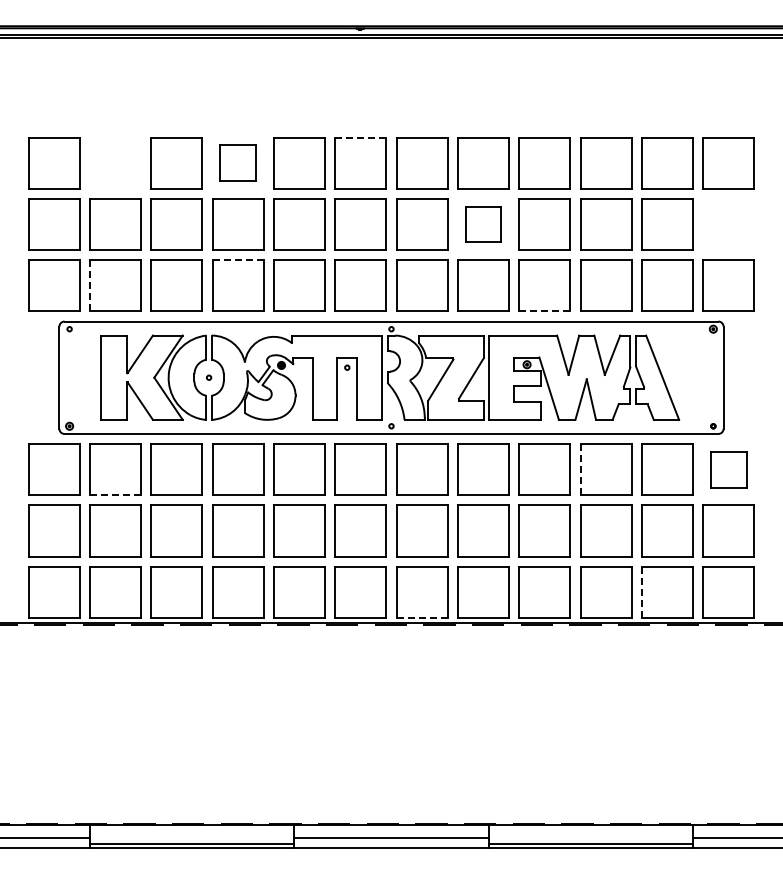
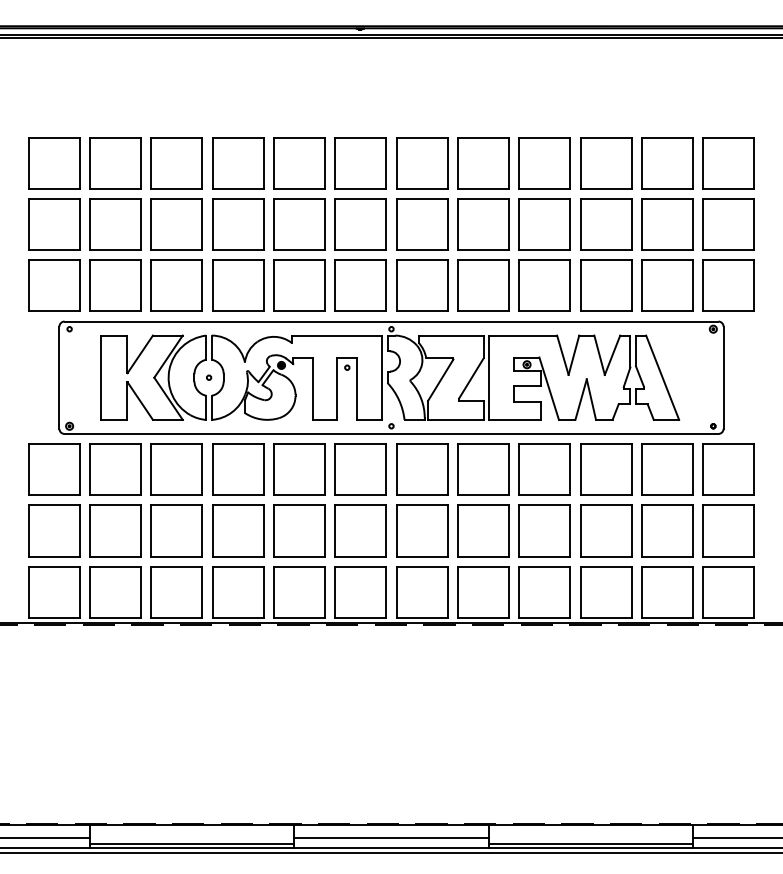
line at (360, 137): dashed -> solid
part at (237, 162) size: 38x38 px -> 53x53 px
part at (115, 163): none -> present
part at (483, 224) size: 37x37 px -> 53x53 px
part at (728, 224): none -> present
line at (238, 260): dashed -> solid
line at (90, 285): dashed -> solid
line at (544, 311): dashed -> solid
line at (580, 469): dashed -> solid
part at (728, 469) size: 38x38 px -> 53x53 px
line at (115, 495): dashed -> solid
line at (641, 592): dashed -> solid
line at (422, 617): dashed -> solid
line at (390, 852): none -> present
